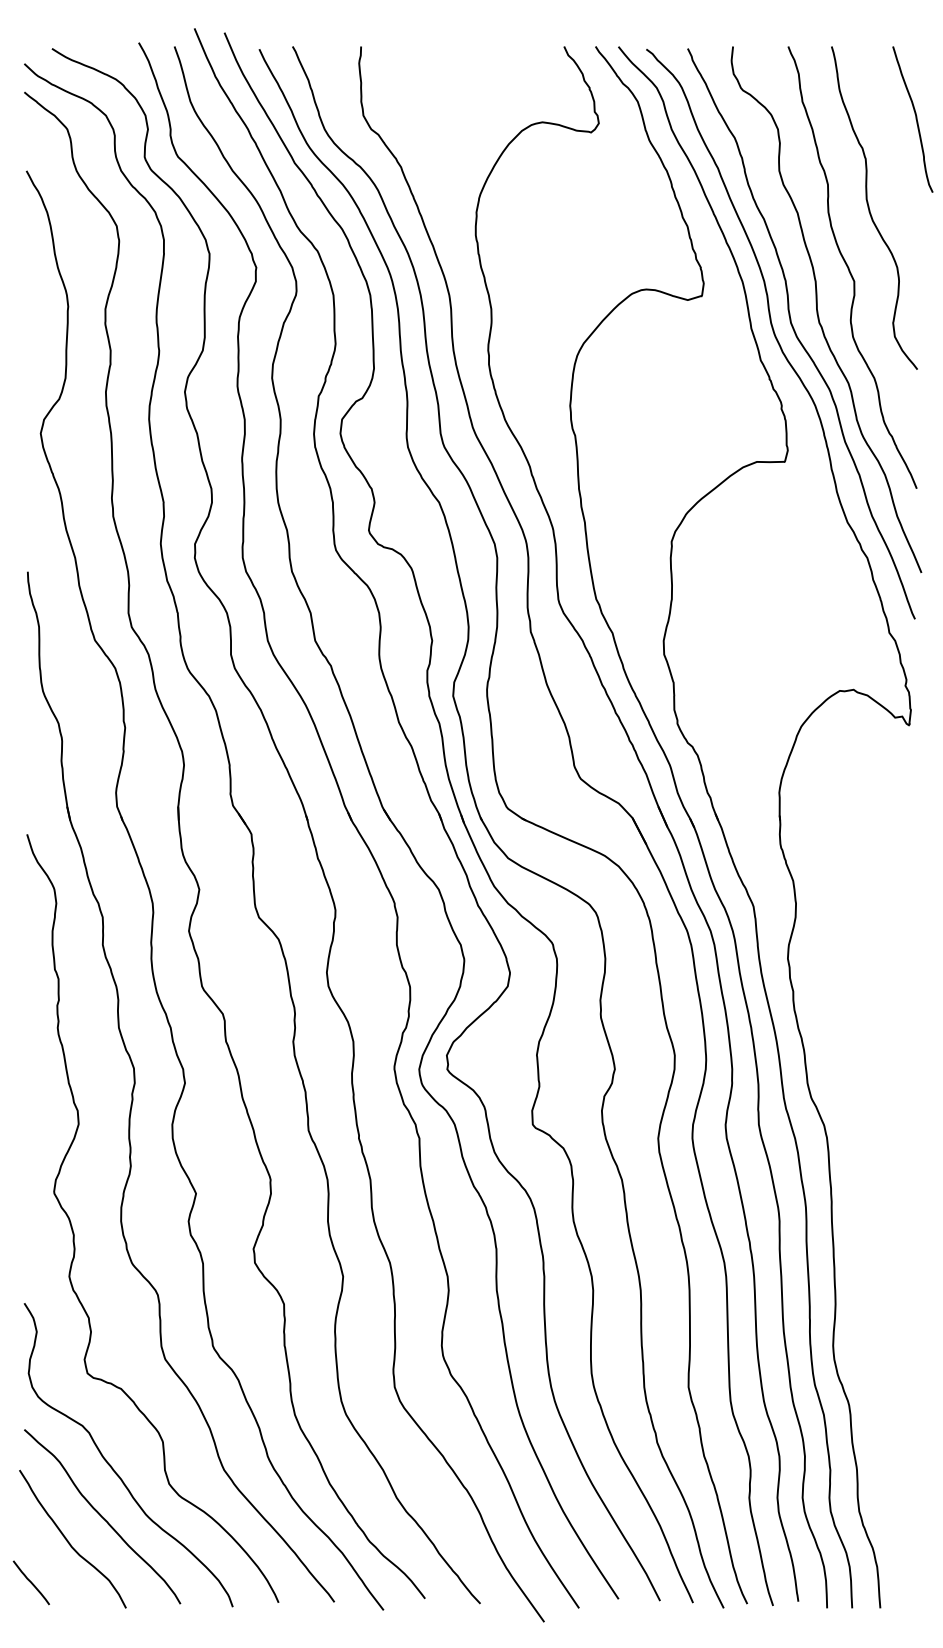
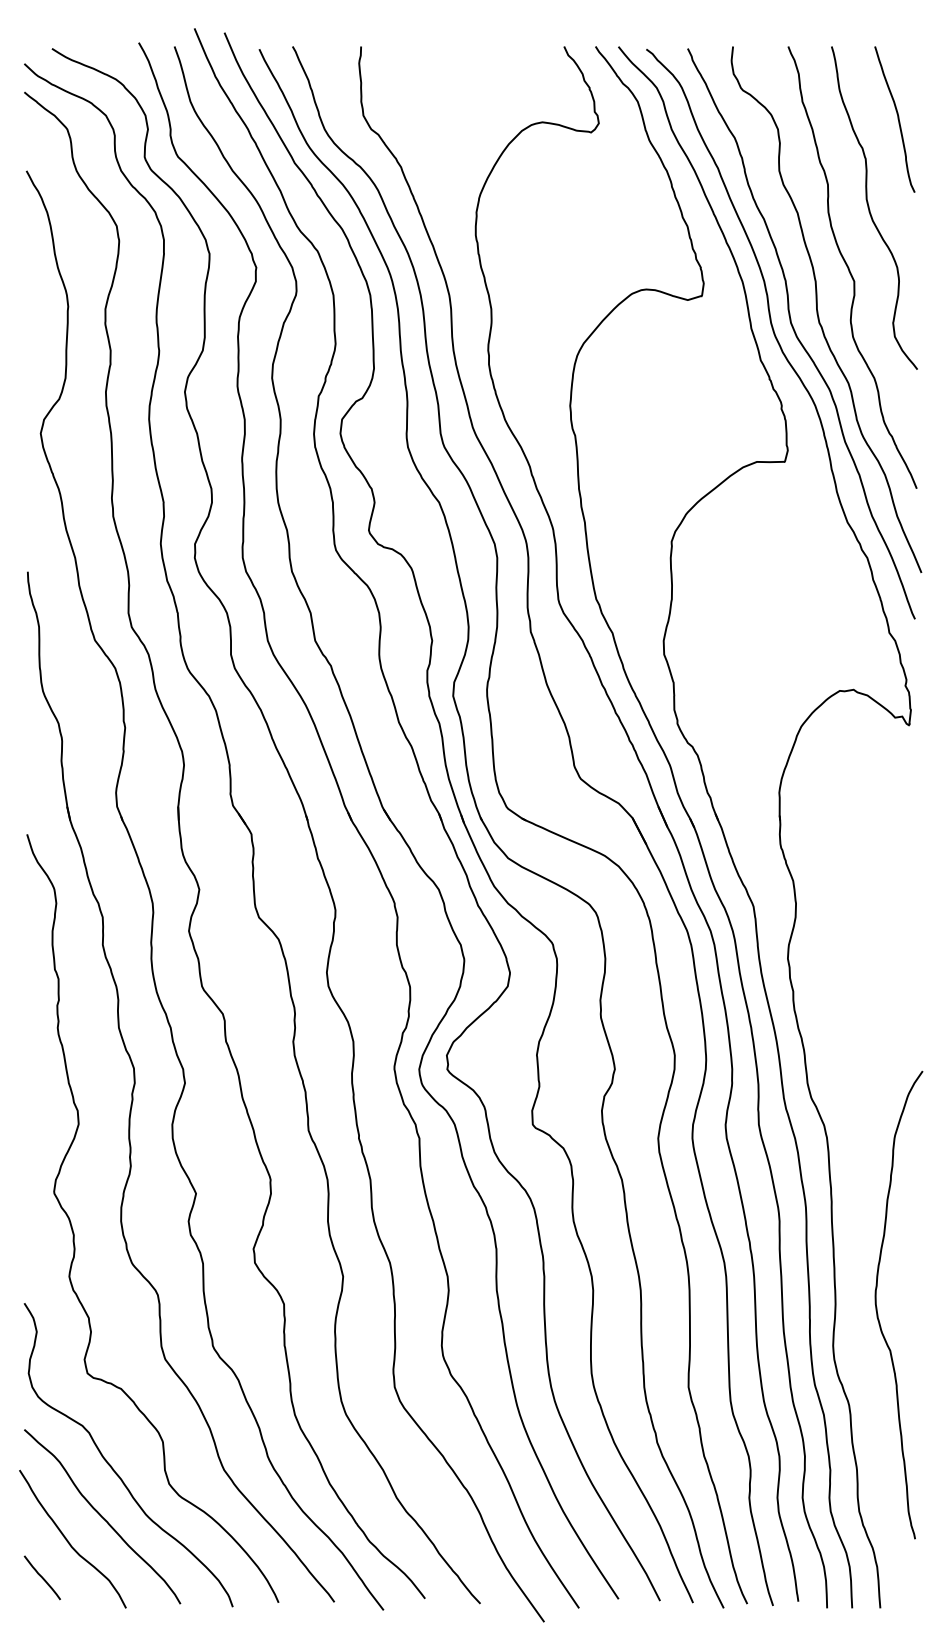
curve at (915, 119) position: (915, 119) -> (897, 119)
curve at (877, 1307): none -> present
line at (30, 1582) position: (30, 1582) -> (41, 1577)
